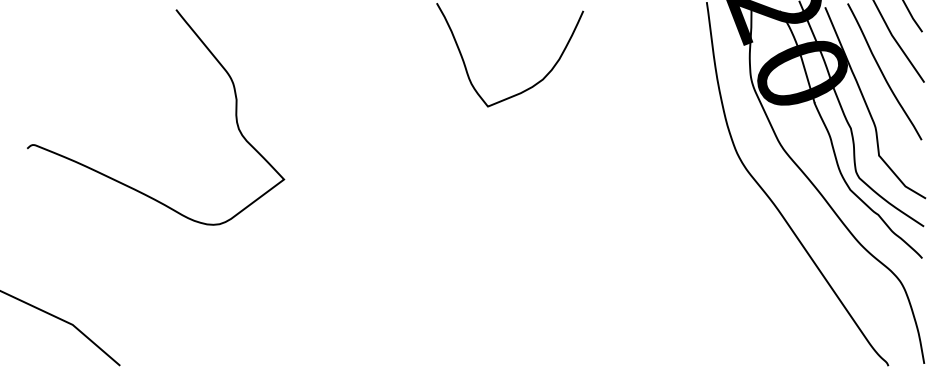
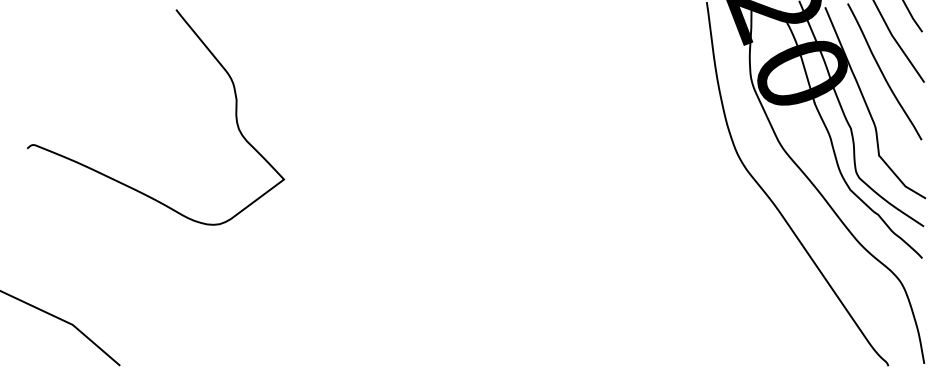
curve at (527, 88): present -> none
